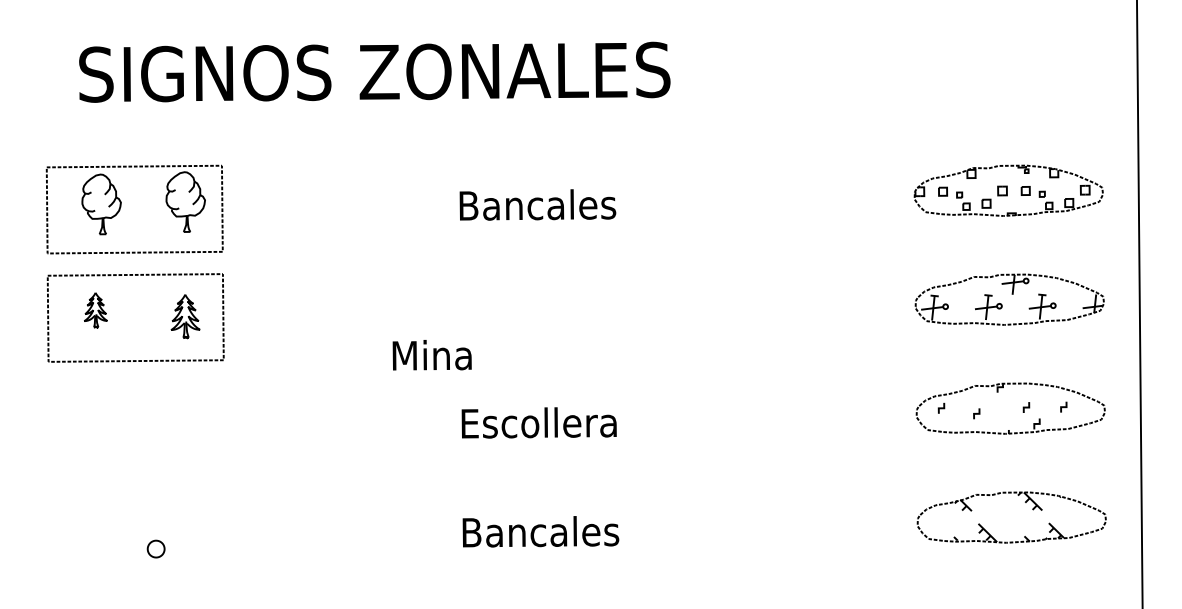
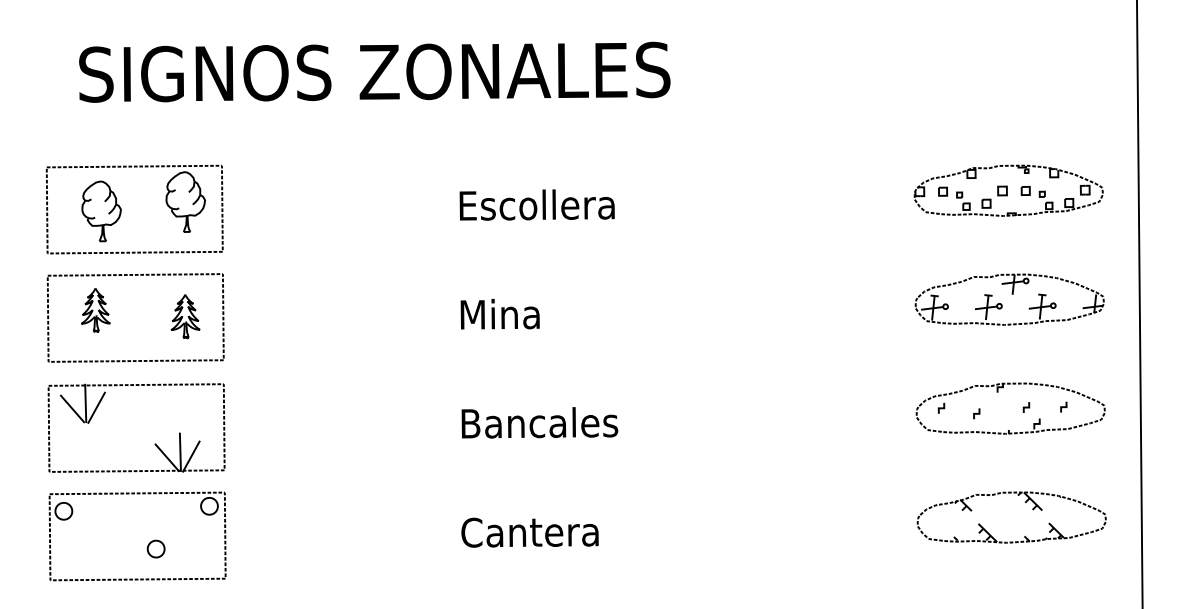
part at (101, 204) position: (101, 204) -> (101, 211)
text at (543, 204): Bancales -> Escollera
part at (95, 310) size: 24x37 px -> 30x45 px
text at (431, 355) position: (431, 355) -> (499, 314)
text at (545, 422): Escollera -> Bancales
part at (154, 444): none -> present
part at (137, 494): none -> present
text at (540, 531): Bancales -> Cantera
